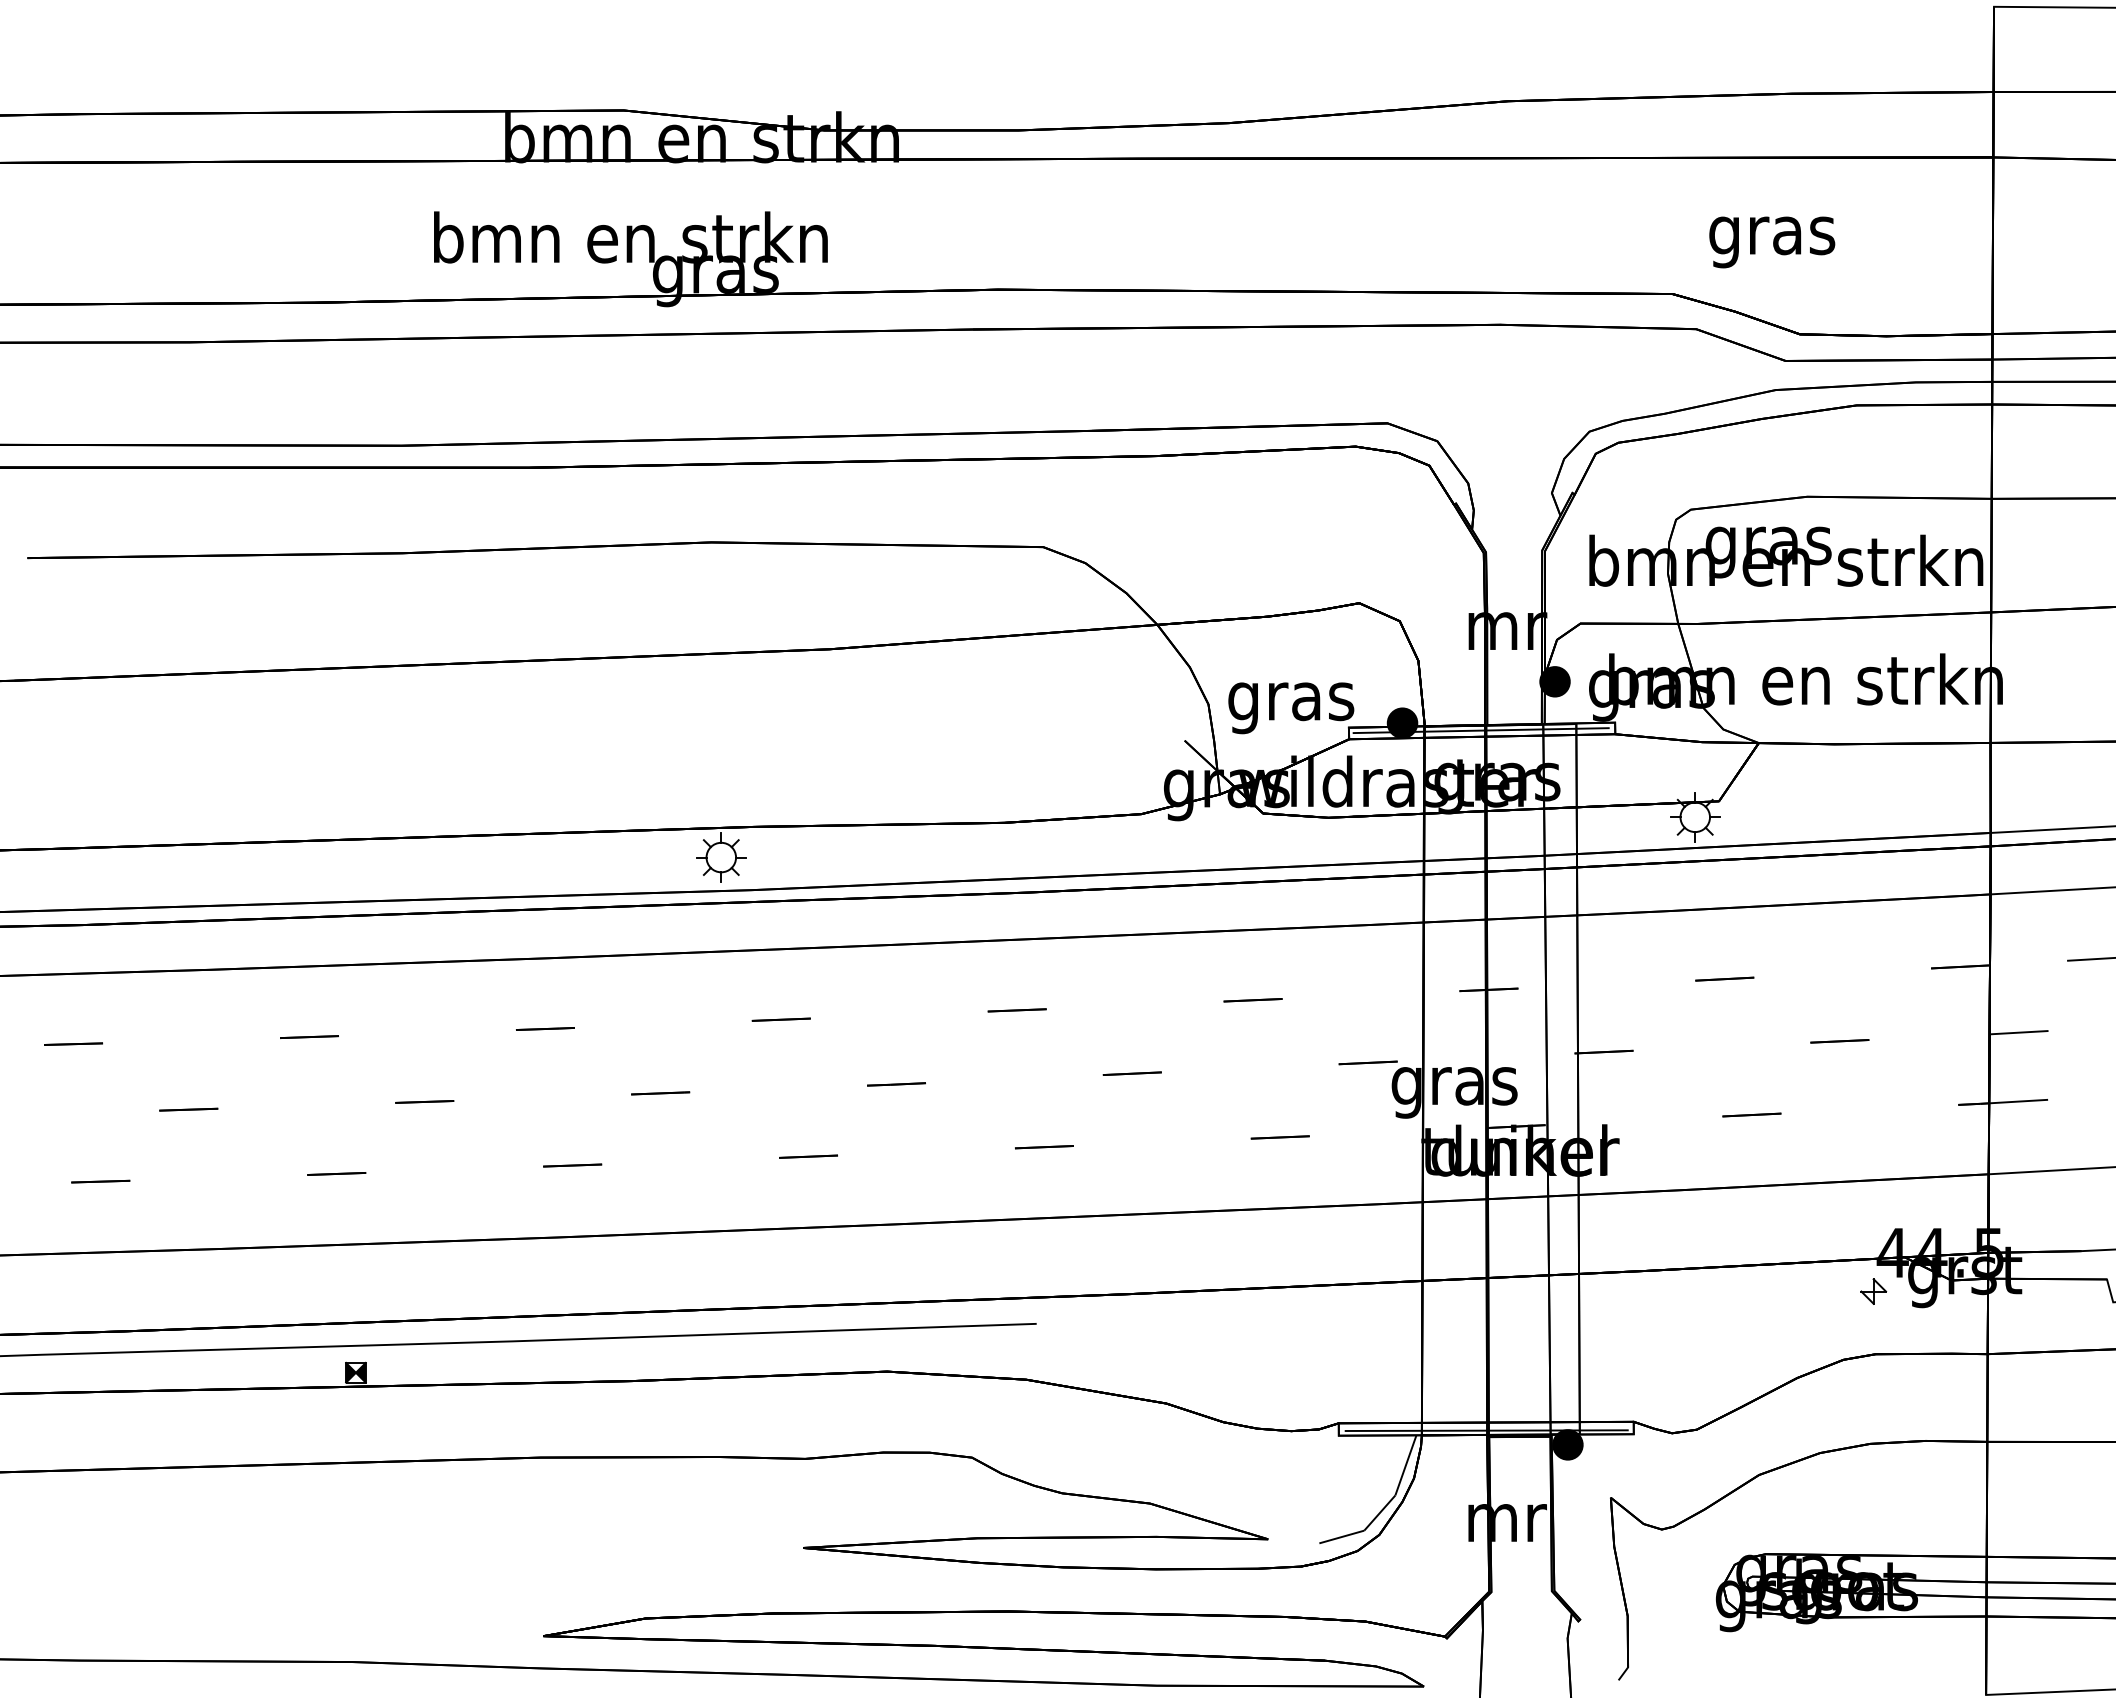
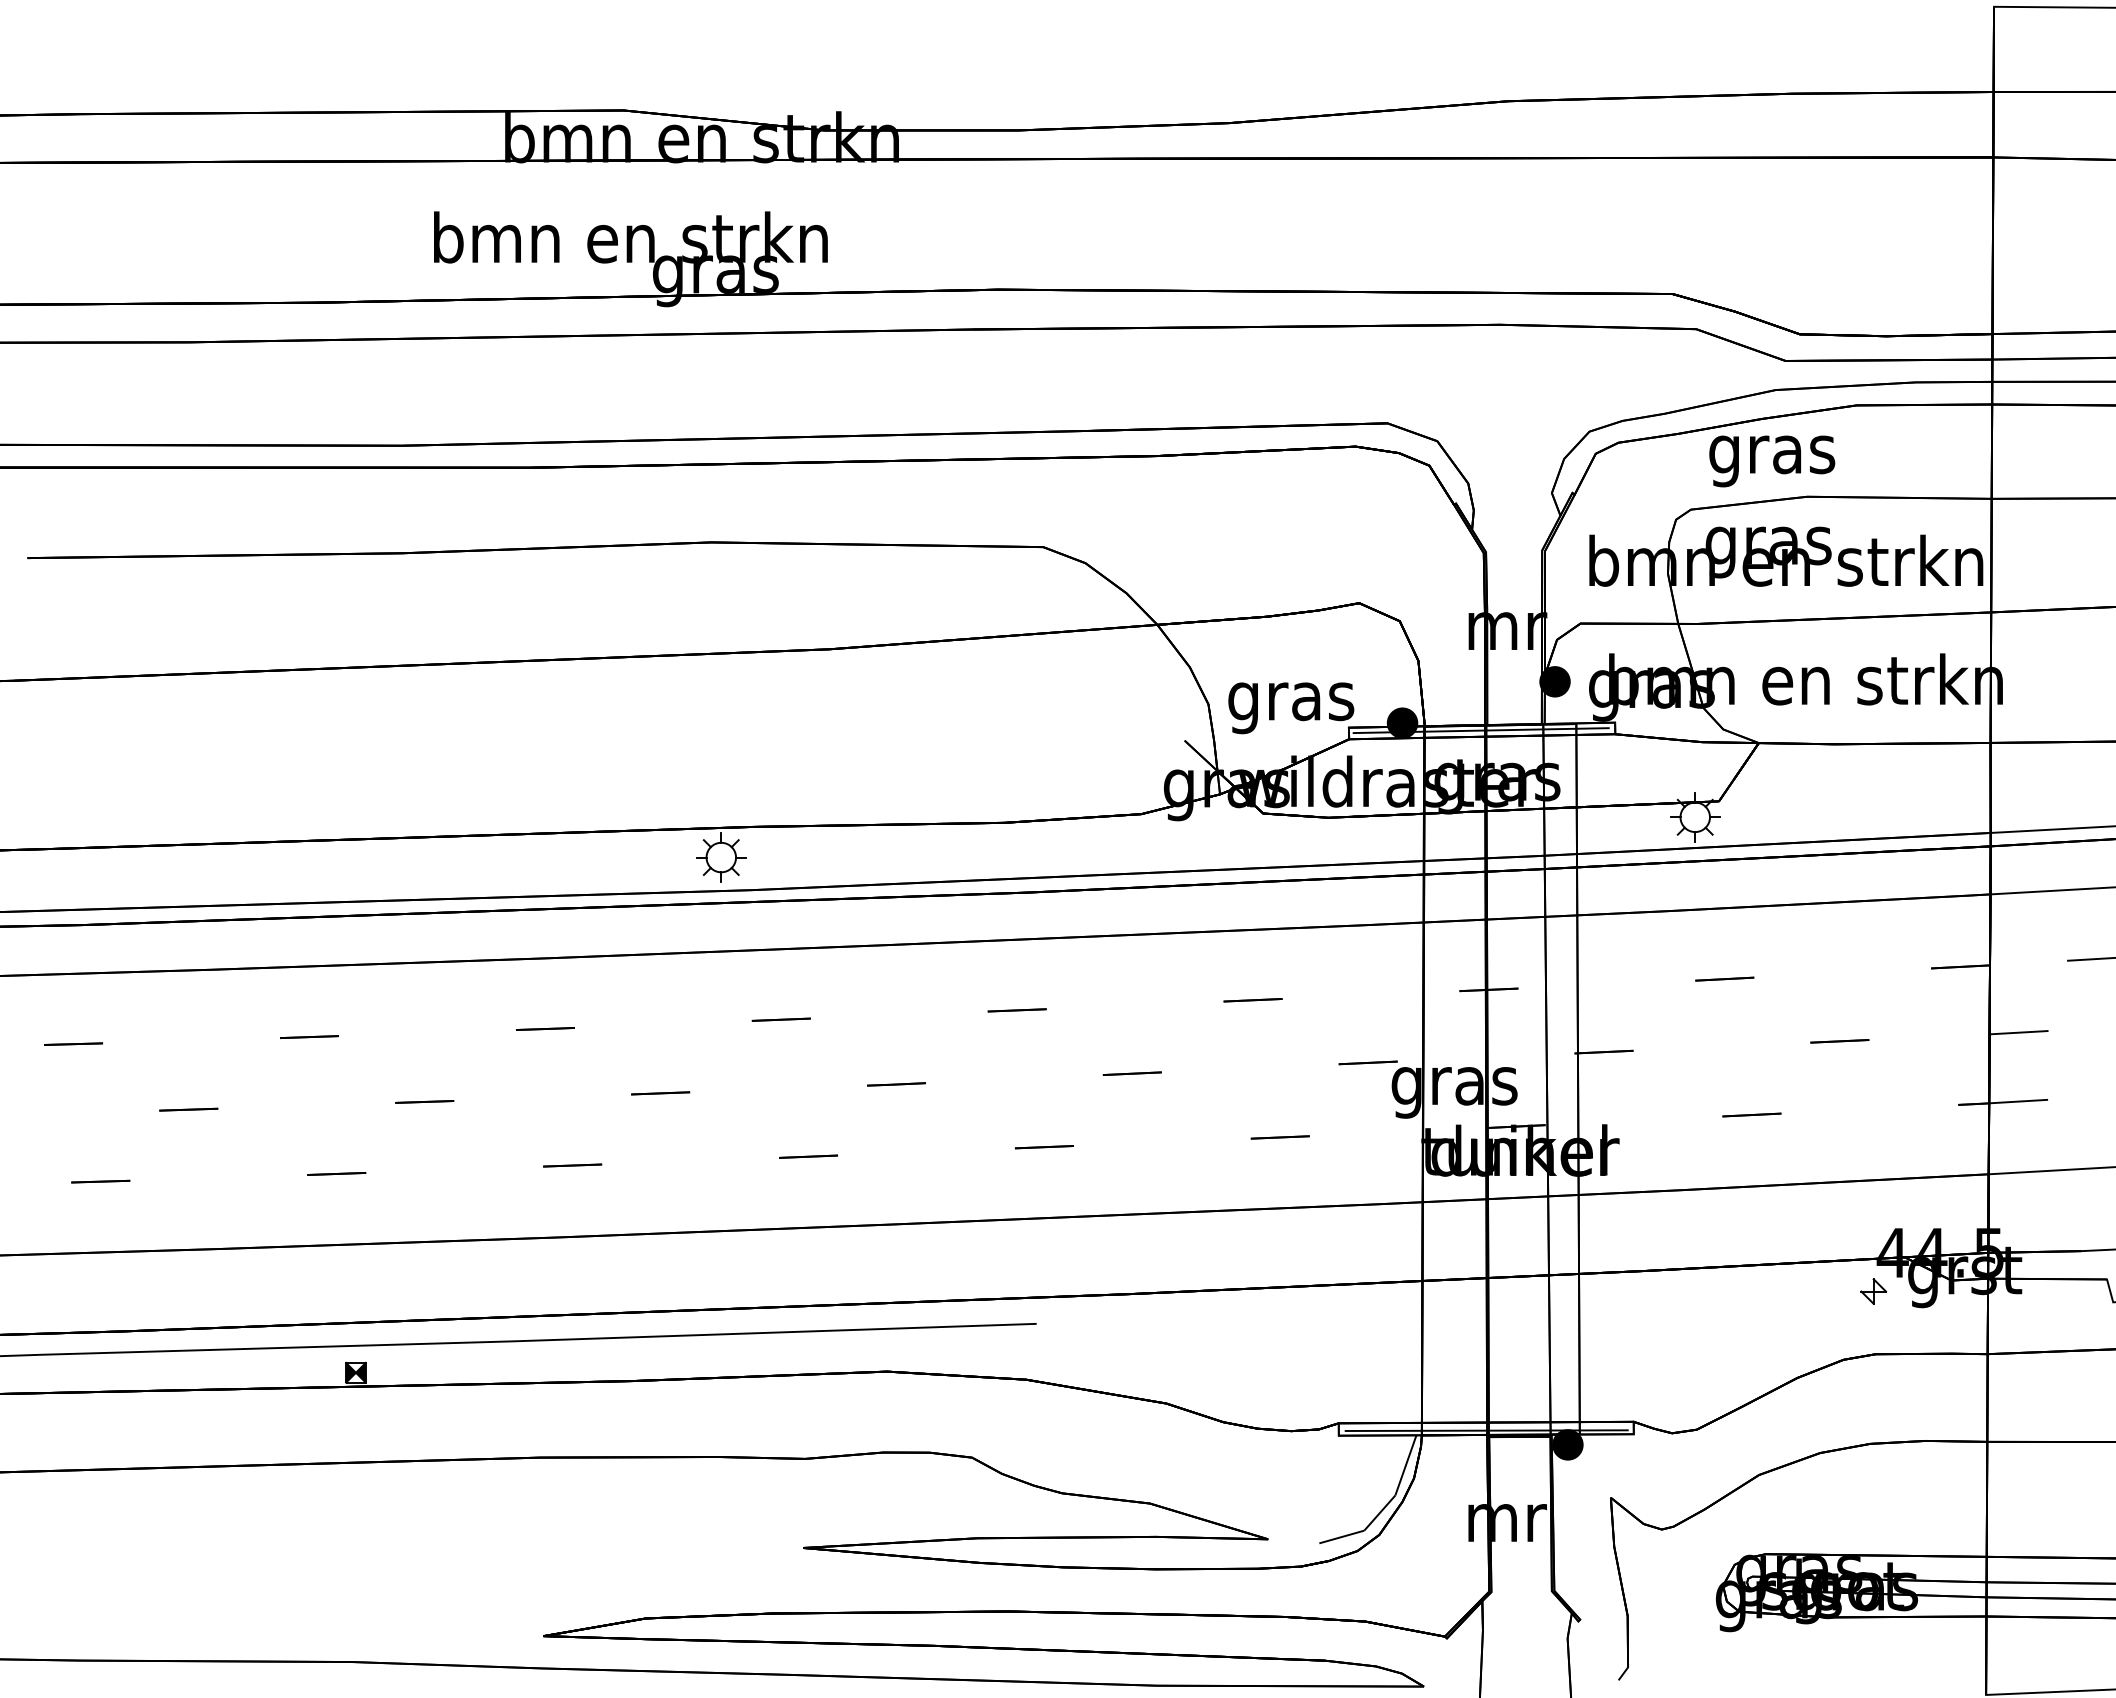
text at (1772, 242) position: (1772, 242) -> (1772, 461)
